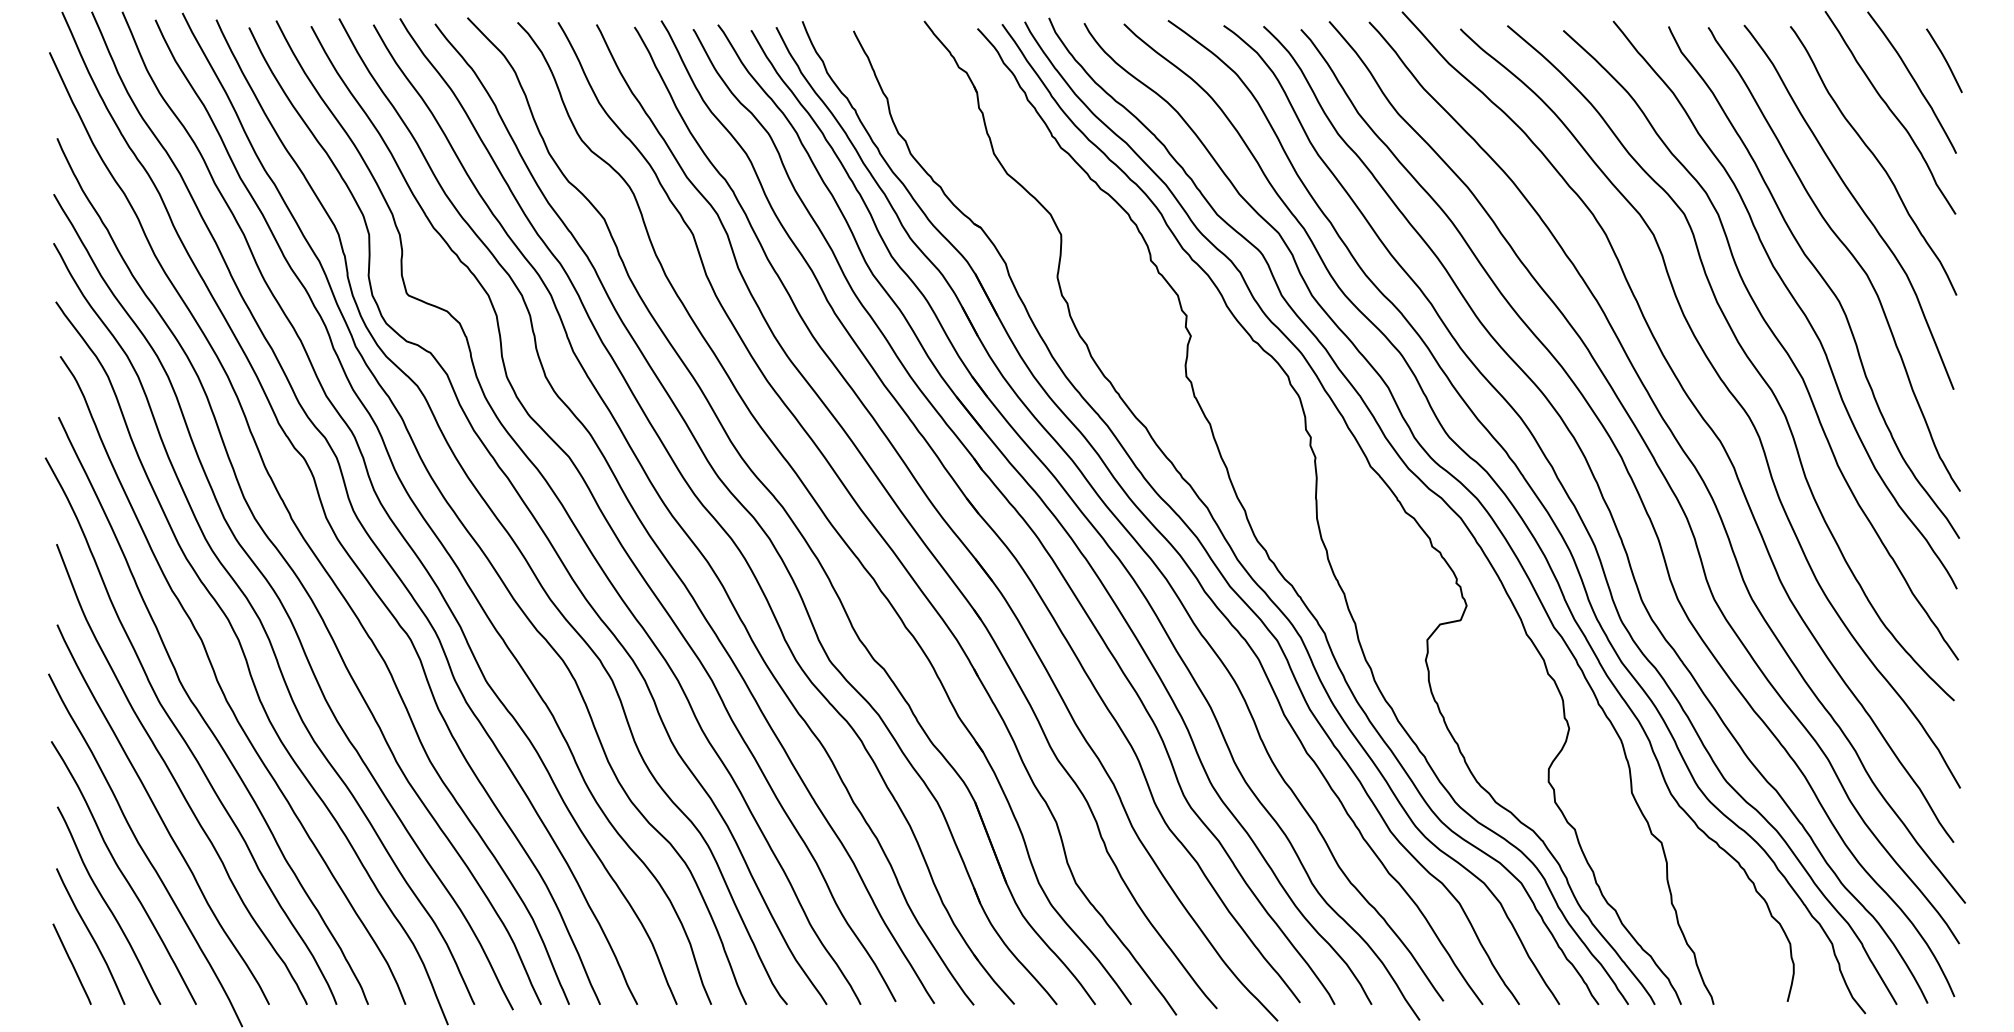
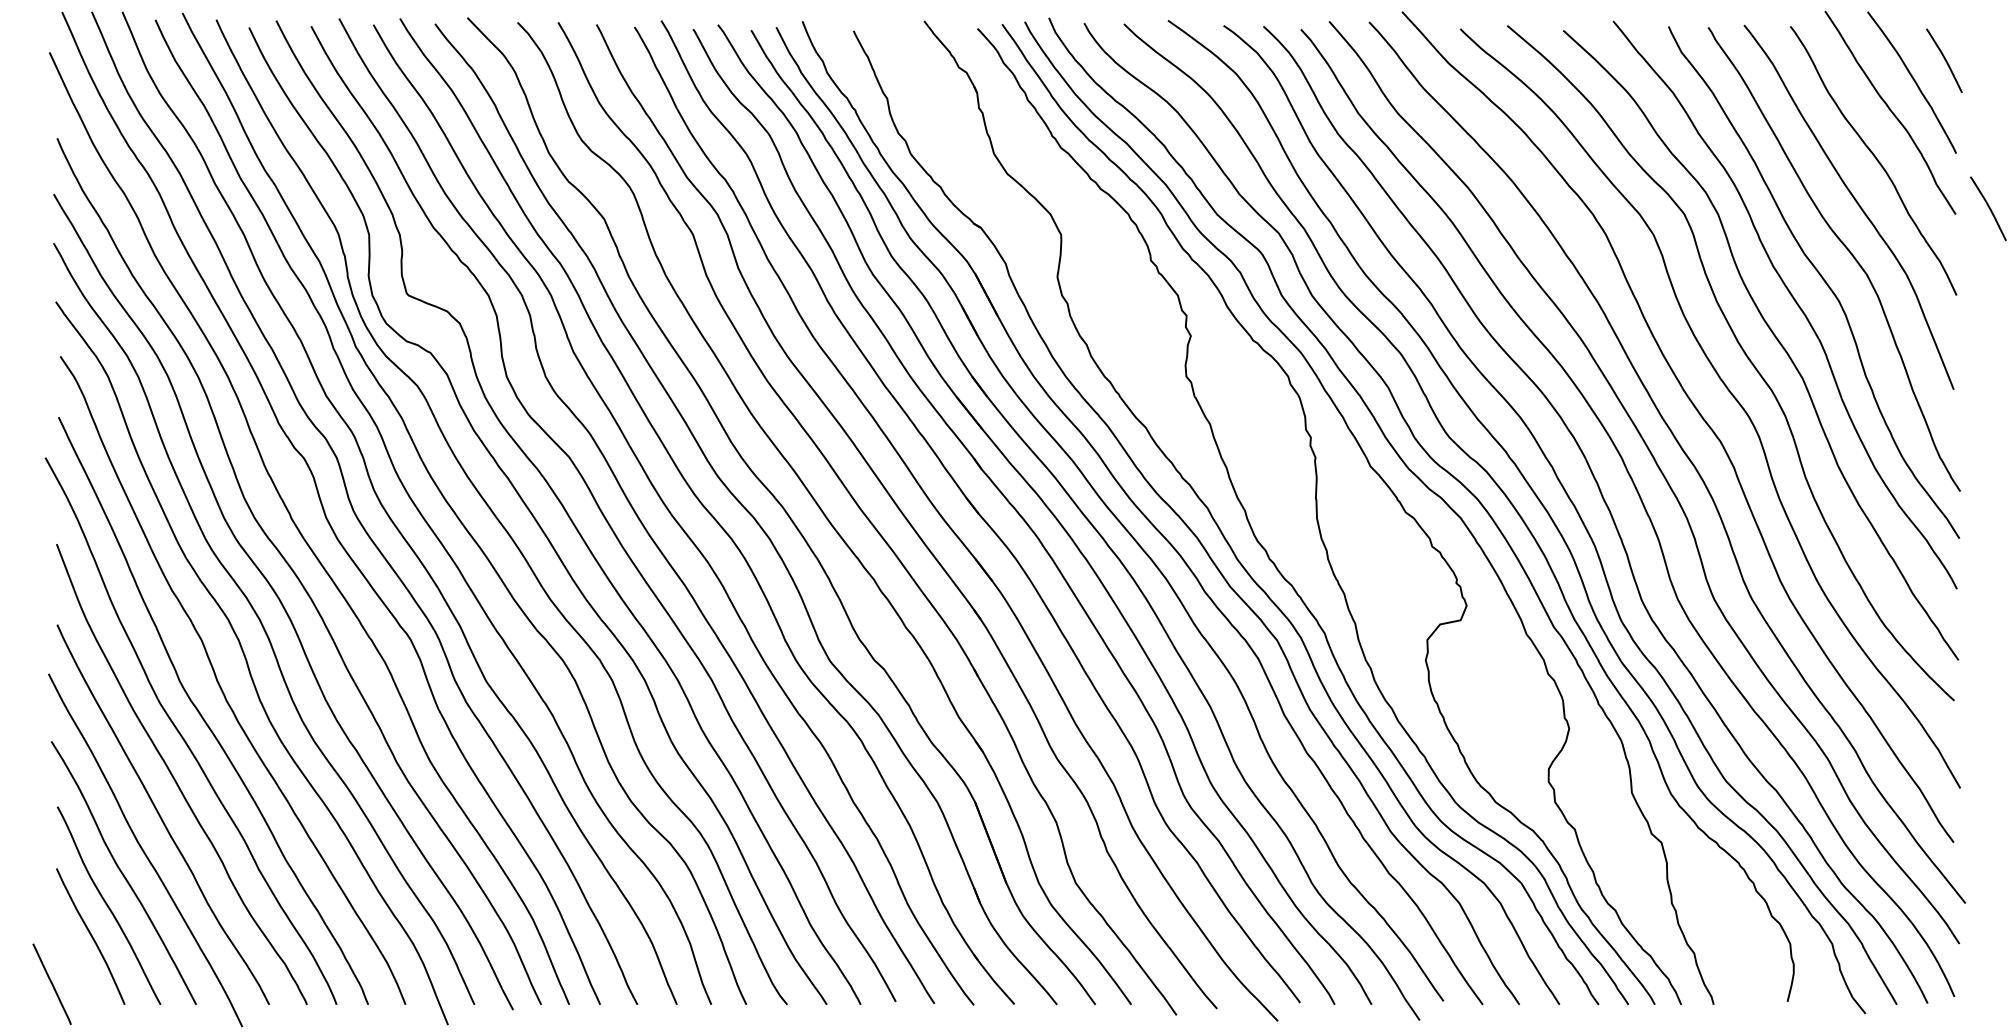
curve at (1988, 208): none -> present
line at (71, 963) position: (71, 963) -> (51, 983)
